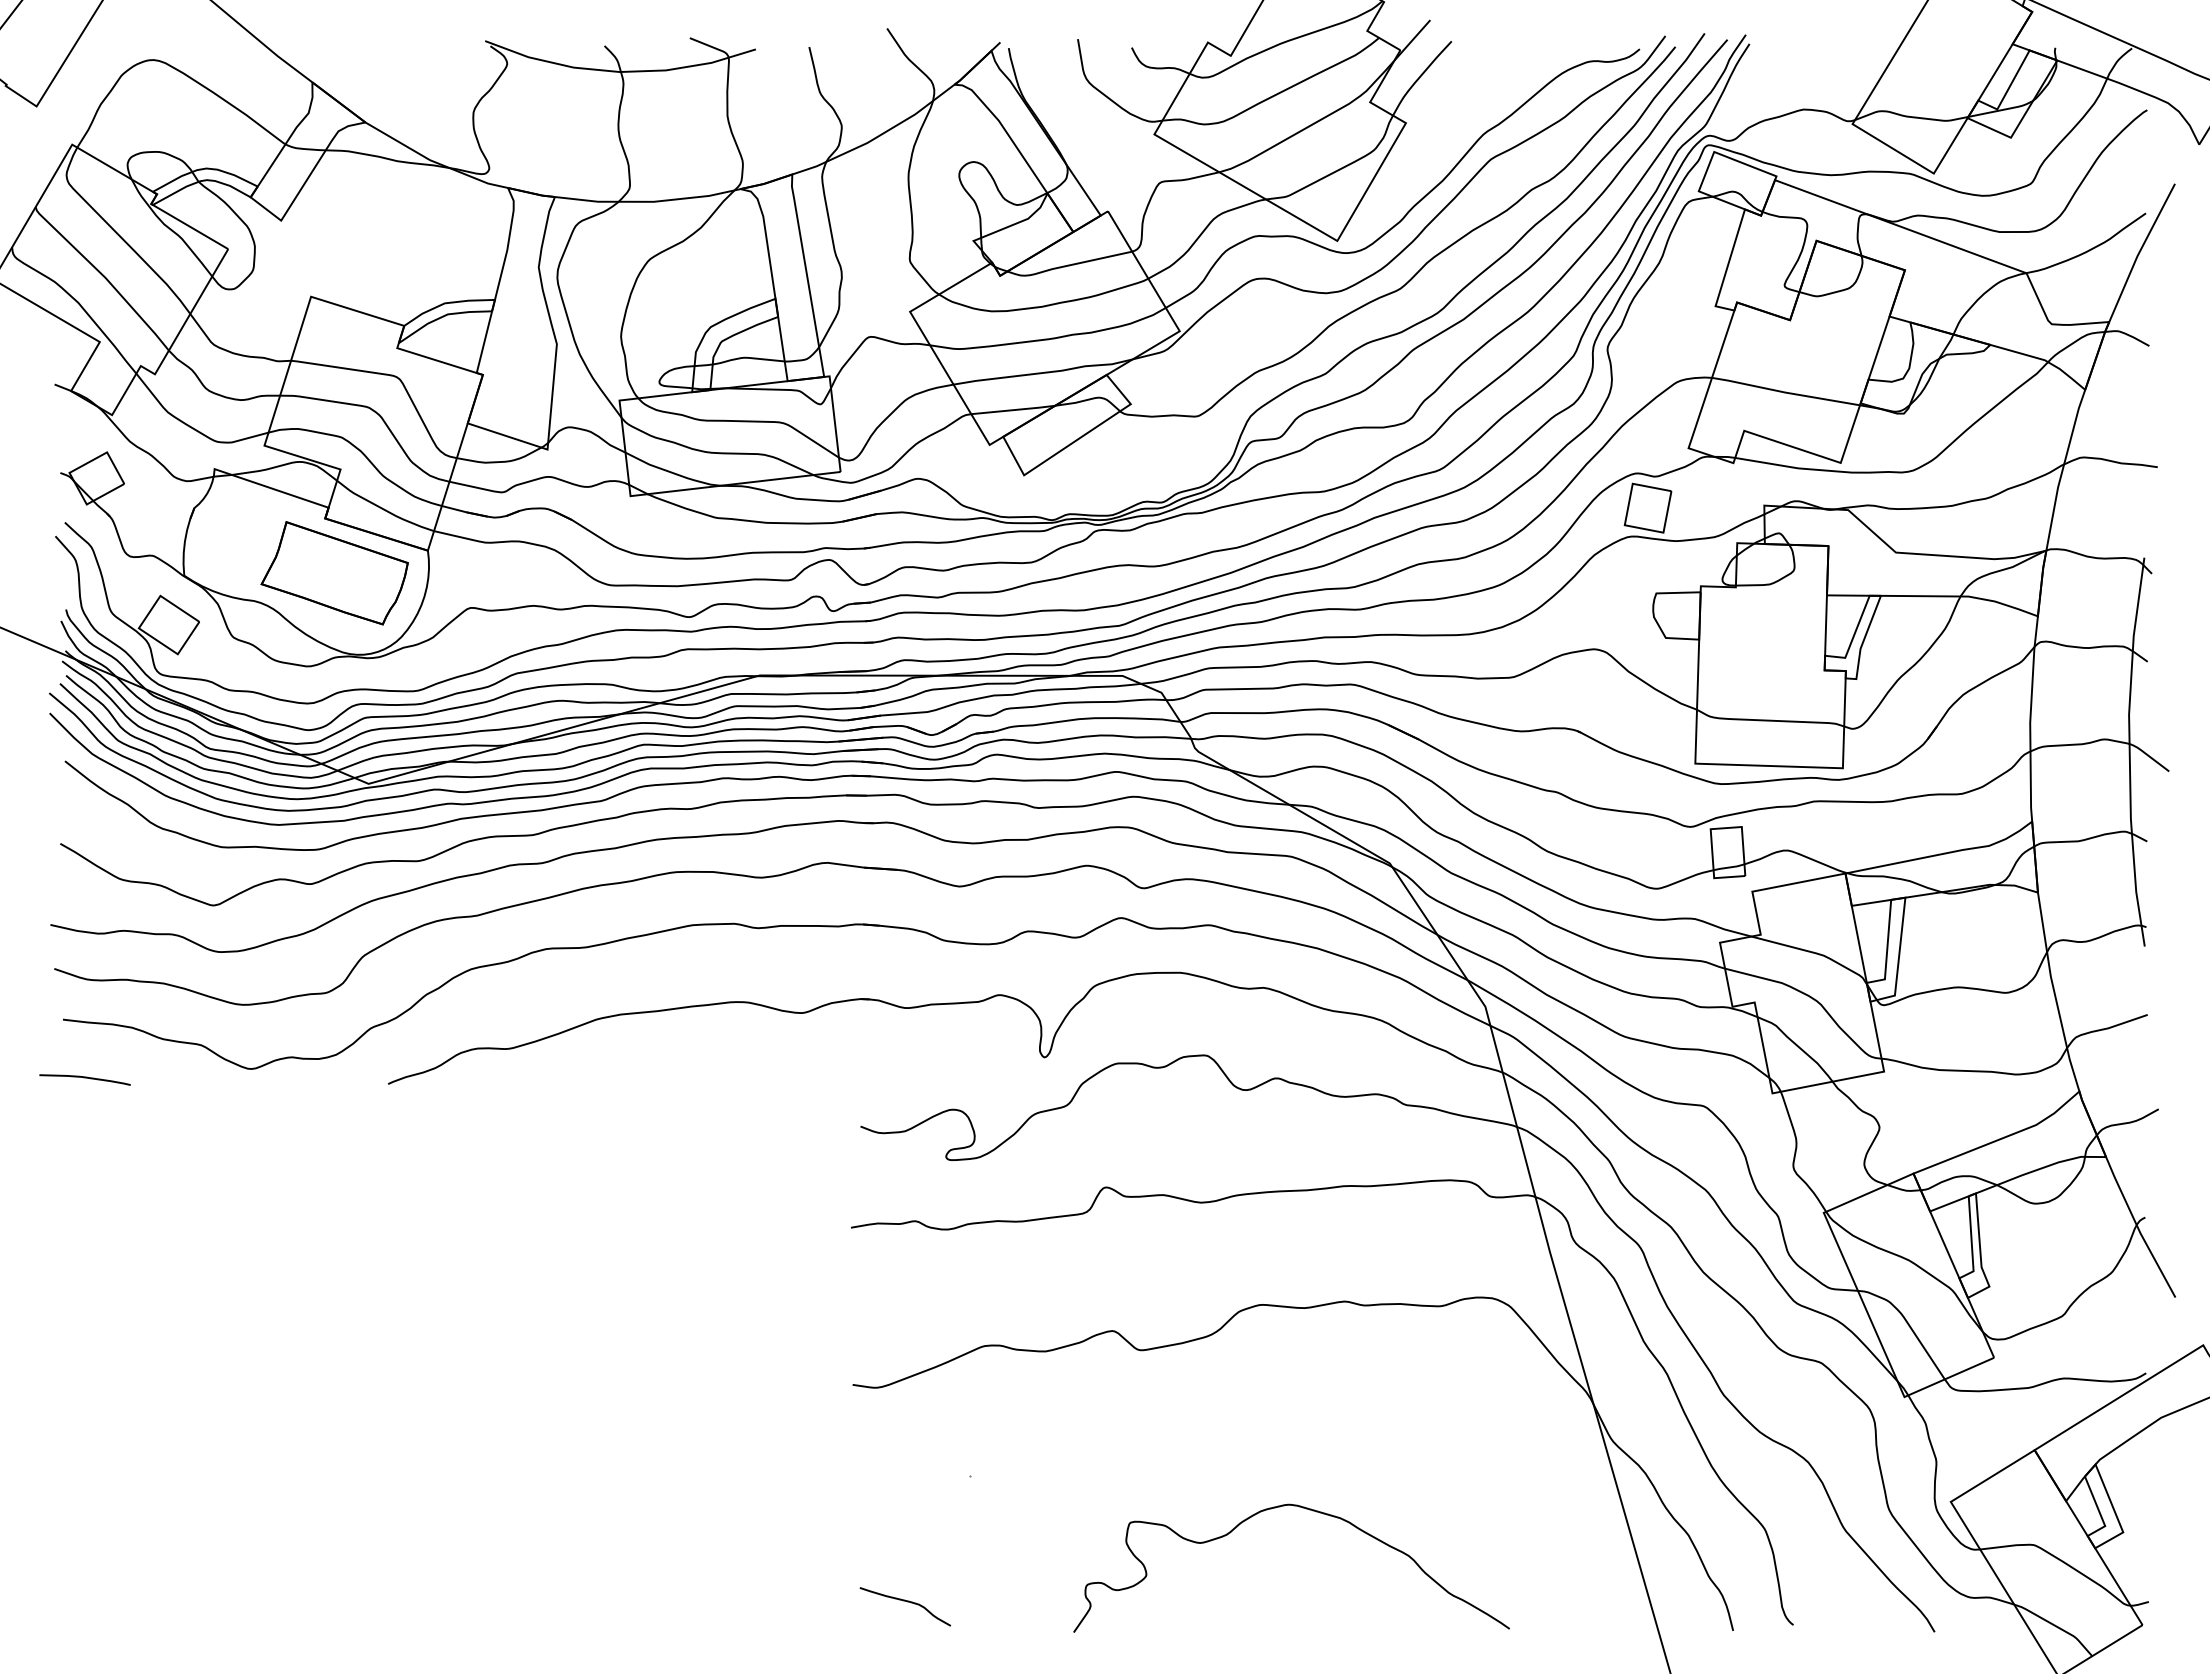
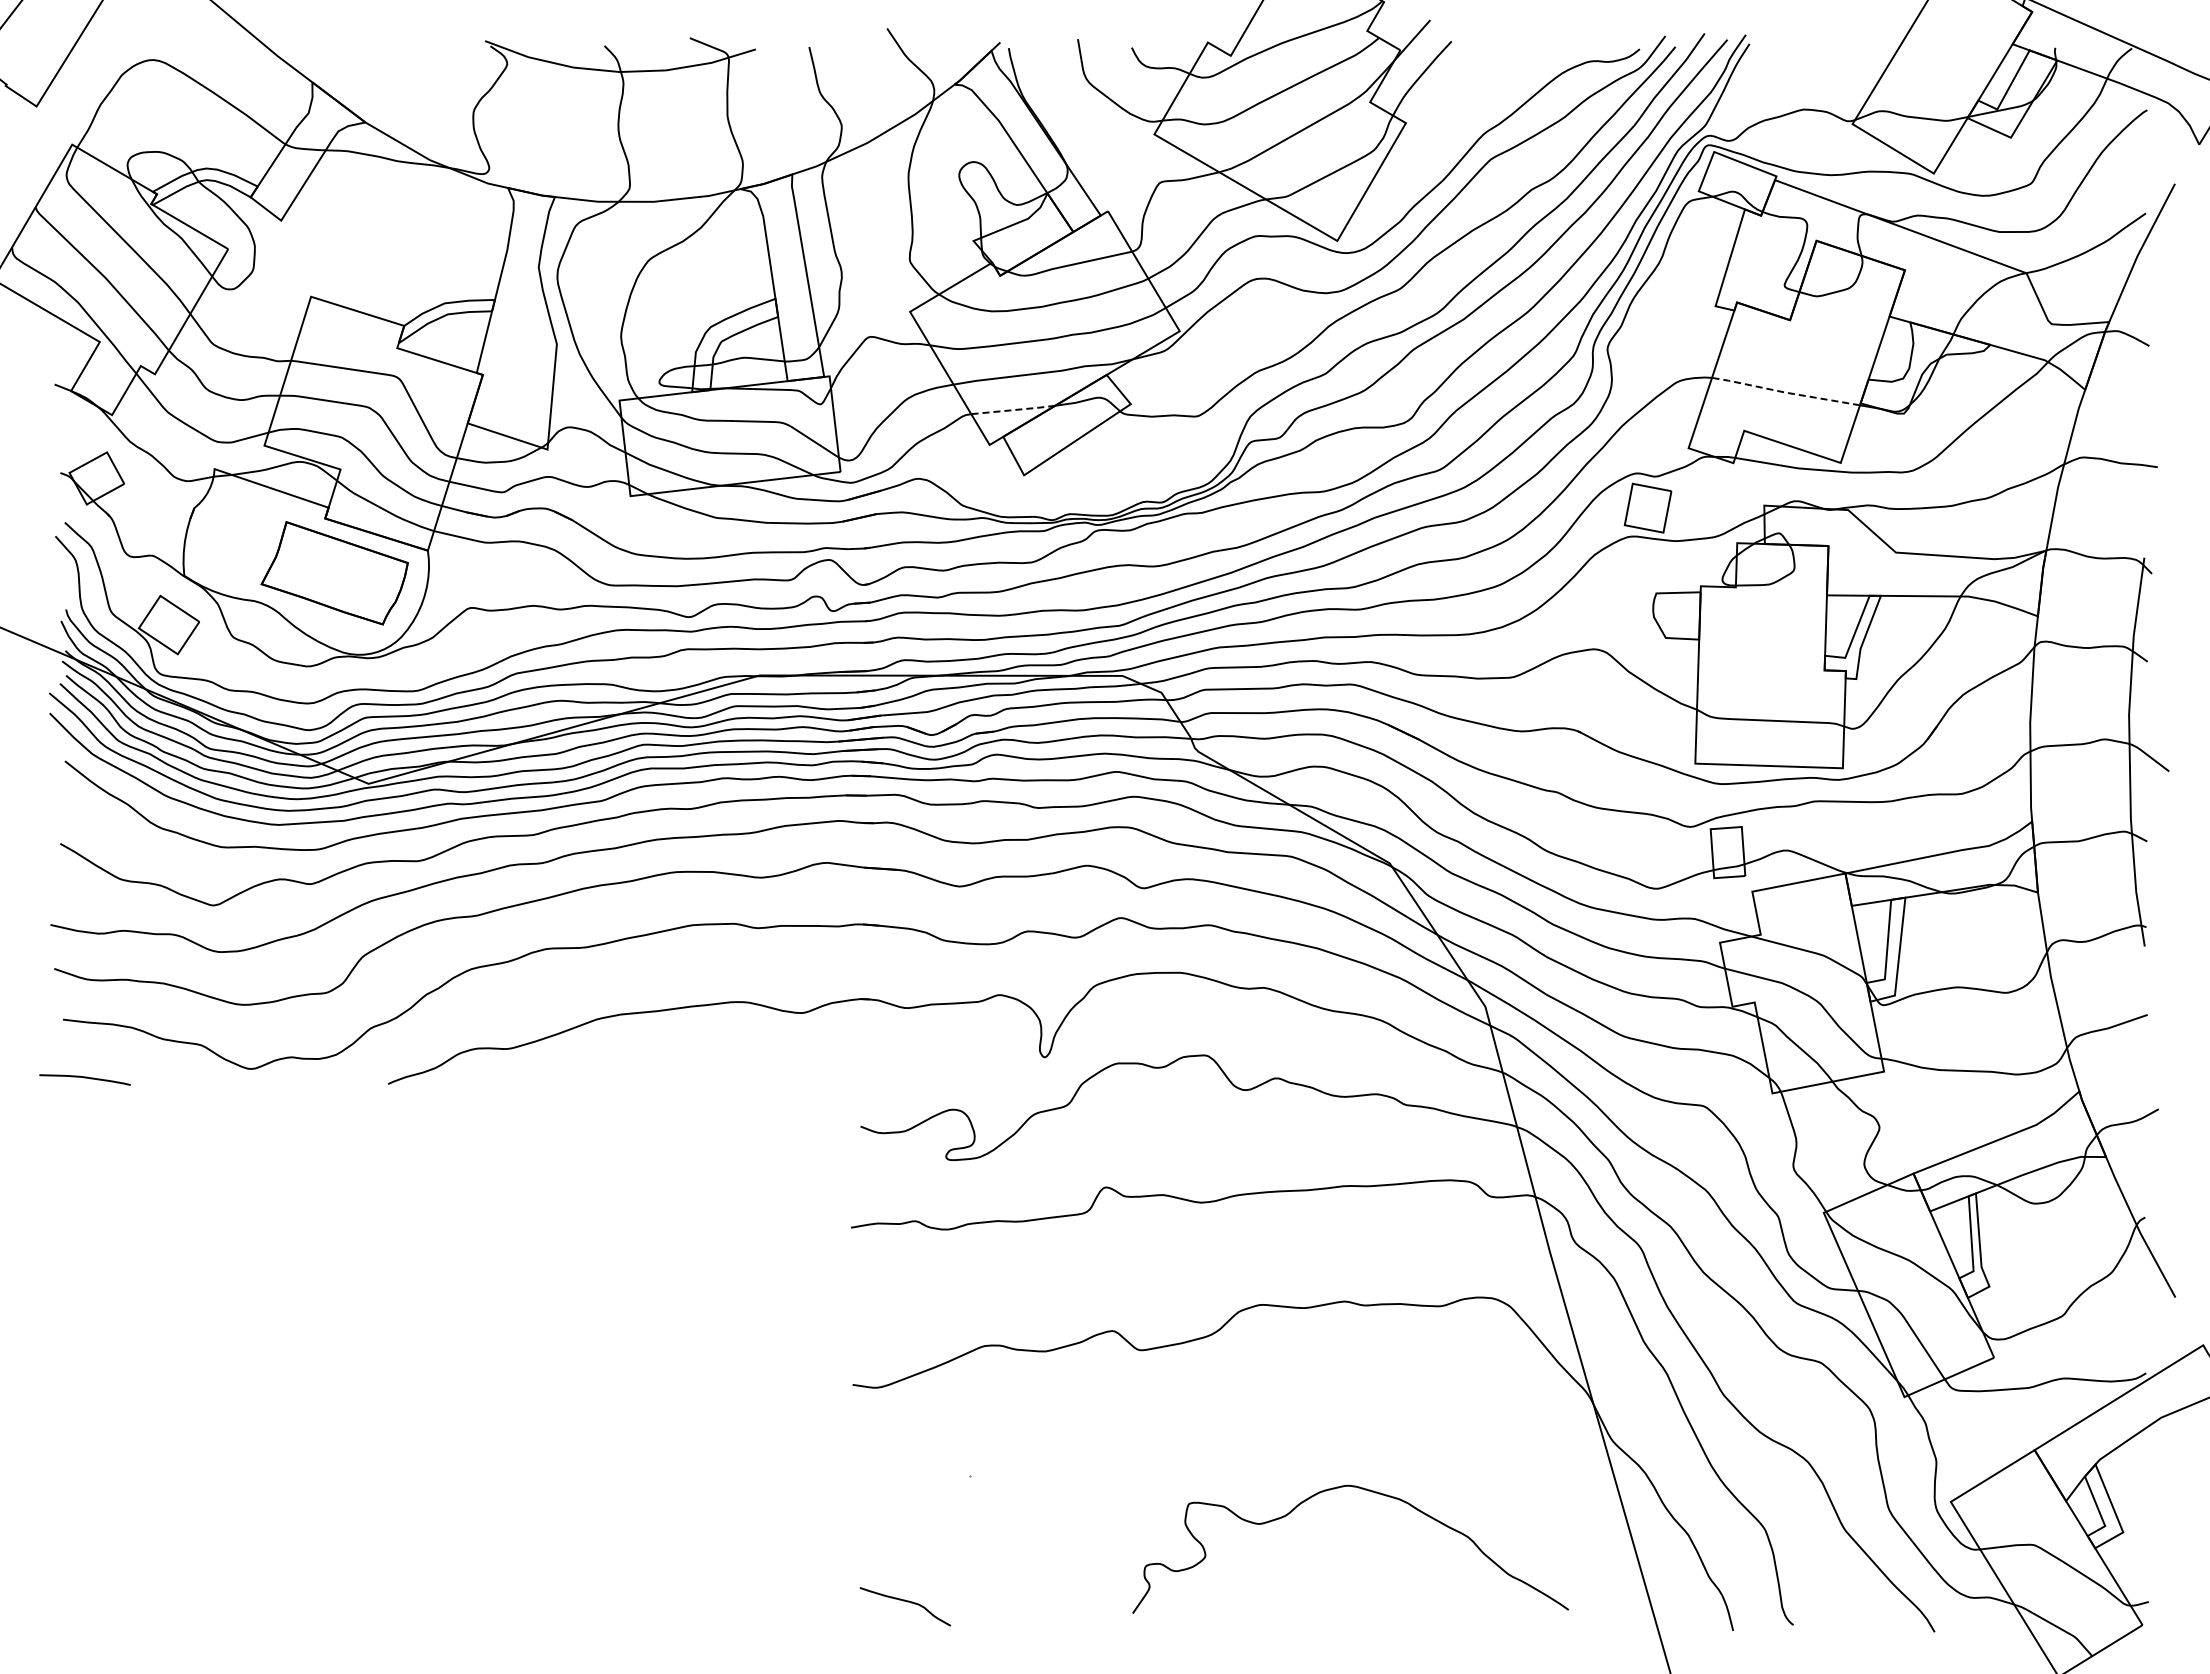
line at (1785, 392): solid -> dashed
line at (1013, 410): solid -> dashed
curve at (1309, 1510) position: (1309, 1510) -> (1368, 1491)
